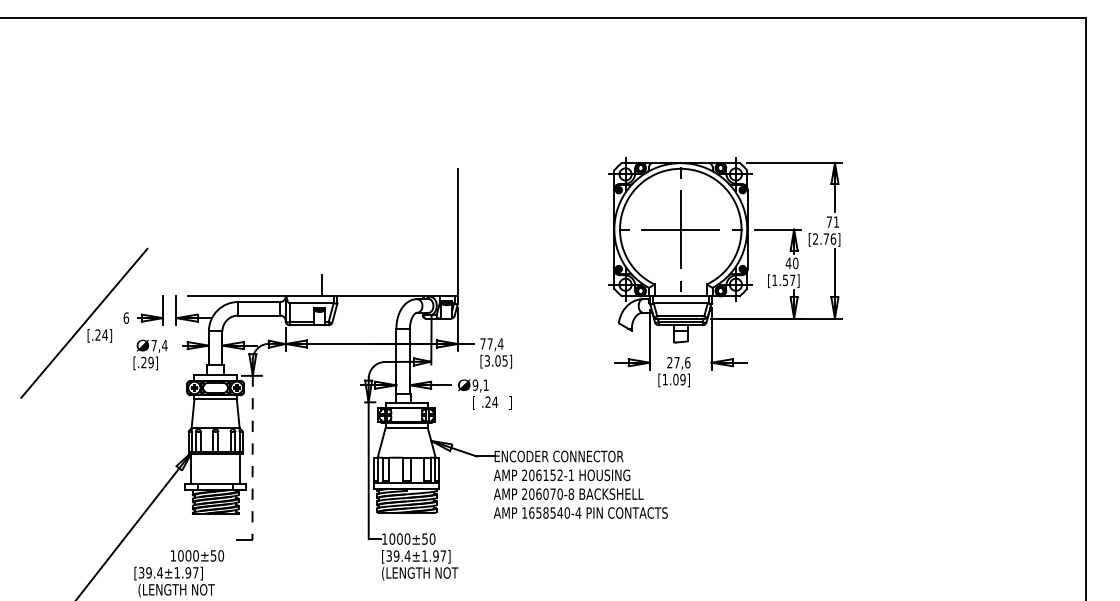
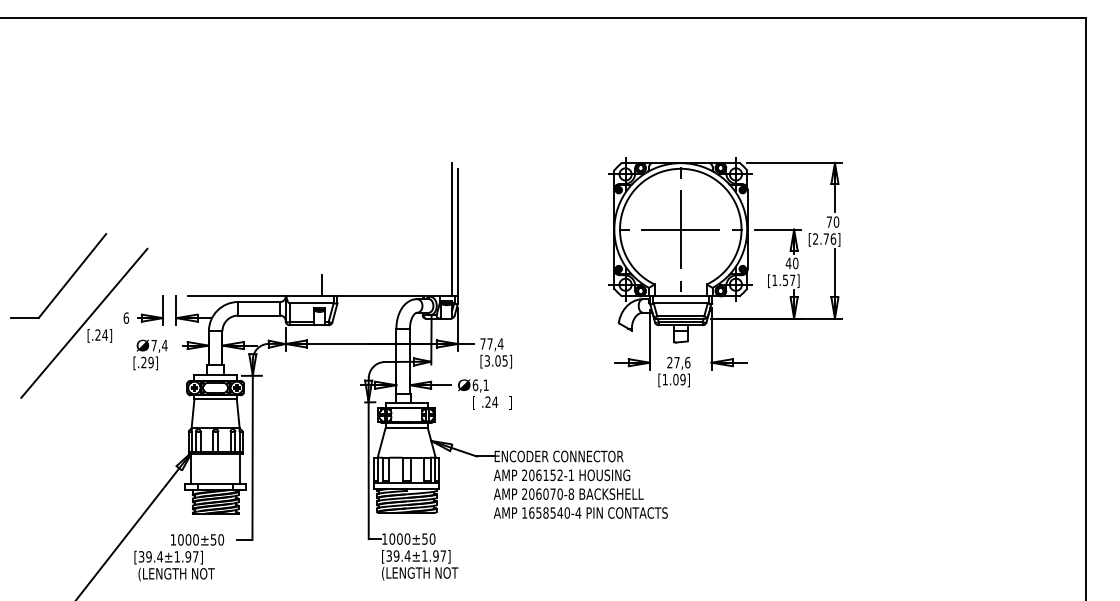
text at (836, 221): 71 -> 70
line at (452, 229): none -> present
part at (66, 281): none -> present
text at (475, 384): 9,1 -> 6,1
line at (252, 458): dashed -> solid
text at (179, 573) position: (179, 573) -> (179, 557)
